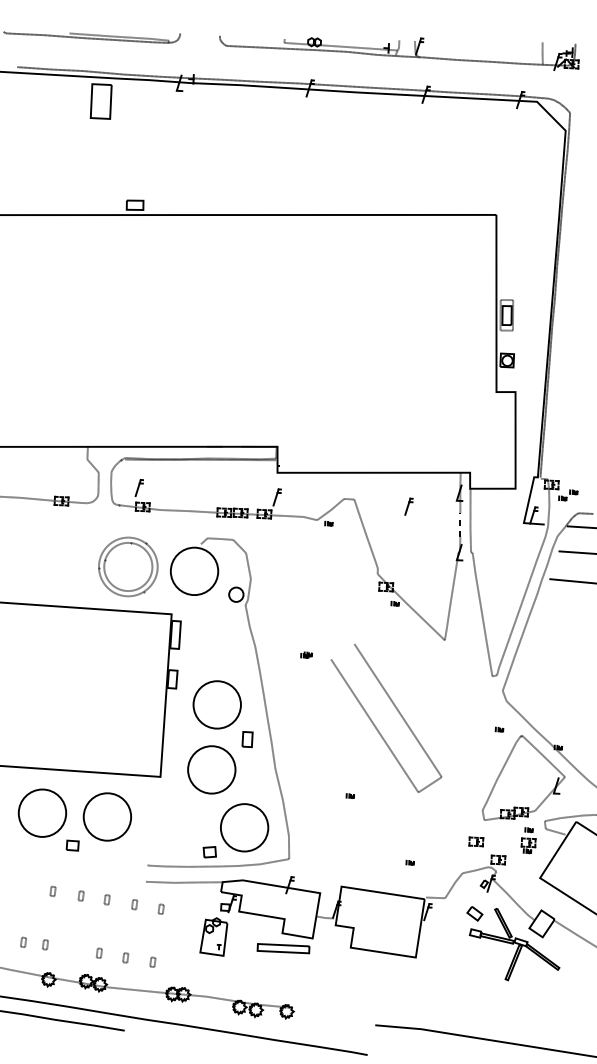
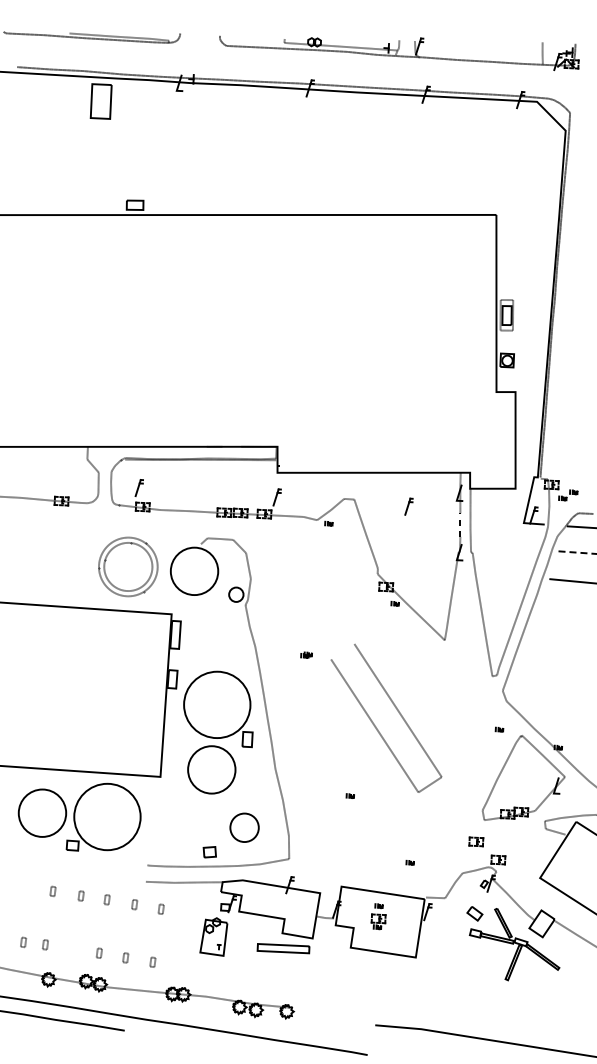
line at (577, 552): solid -> dashed
circle at (216, 704) diameter: 47 px -> 66 px
circle at (107, 816) diameter: 47 px -> 66 px
circle at (244, 827) diameter: 47 px -> 28 px
part at (528, 840) position: (528, 840) -> (378, 916)
